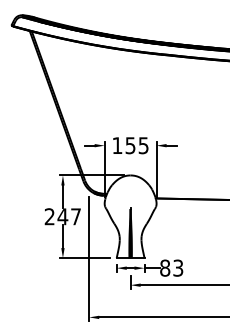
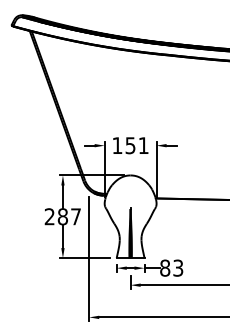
text at (143, 145): 155 -> 151
text at (62, 216): 247 -> 287
